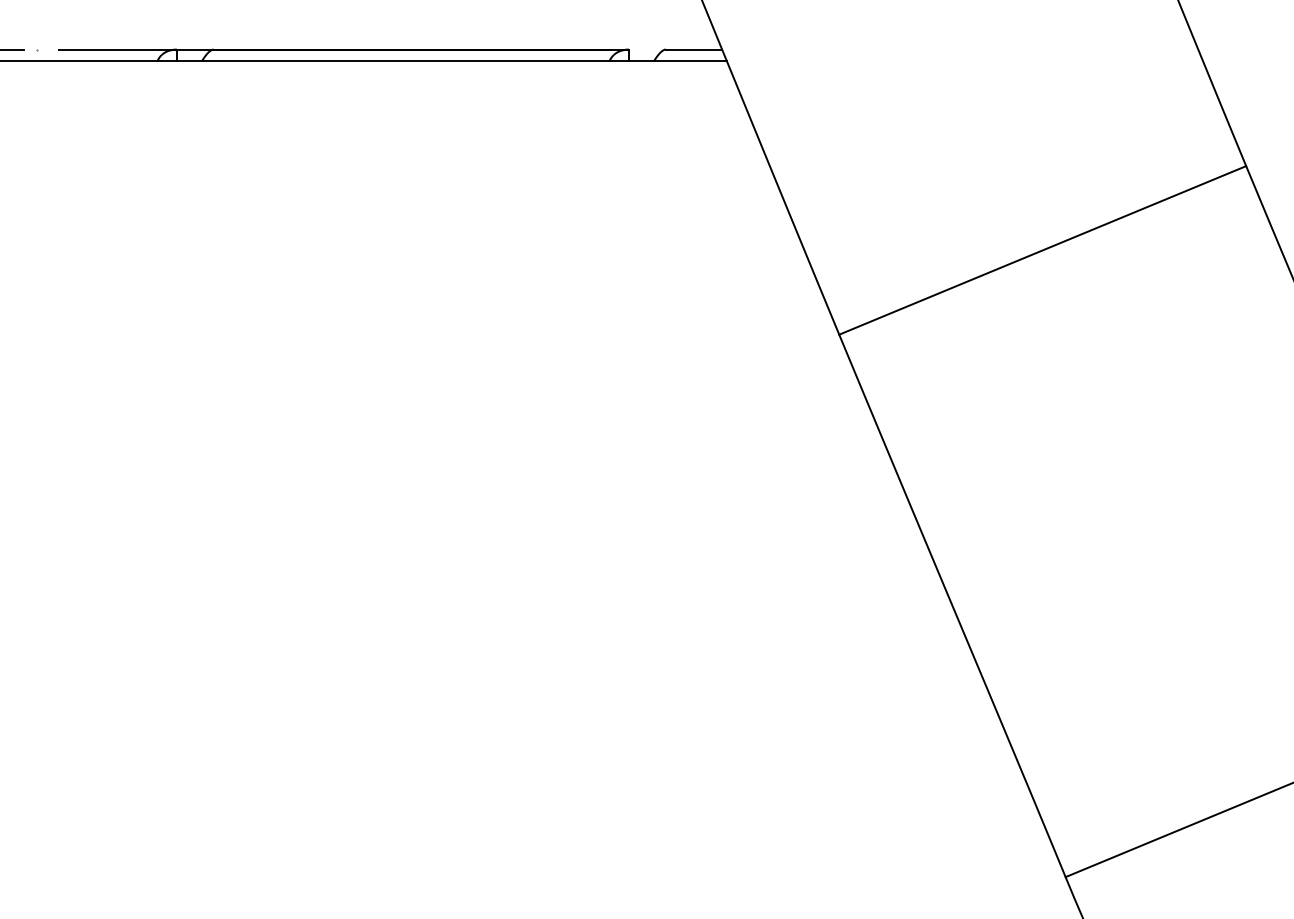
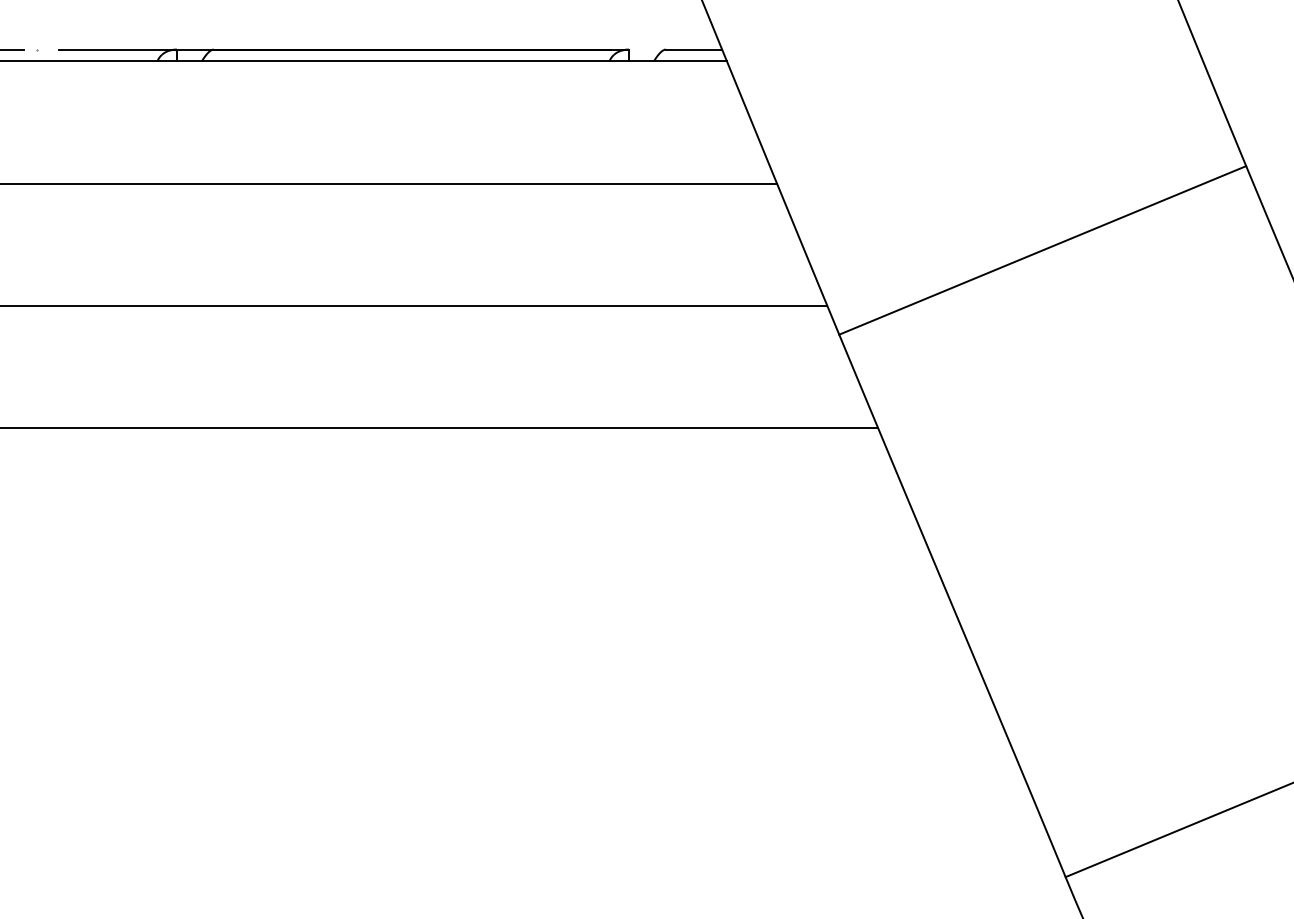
line at (389, 183): none -> present
line at (414, 305): none -> present
line at (440, 427): none -> present
